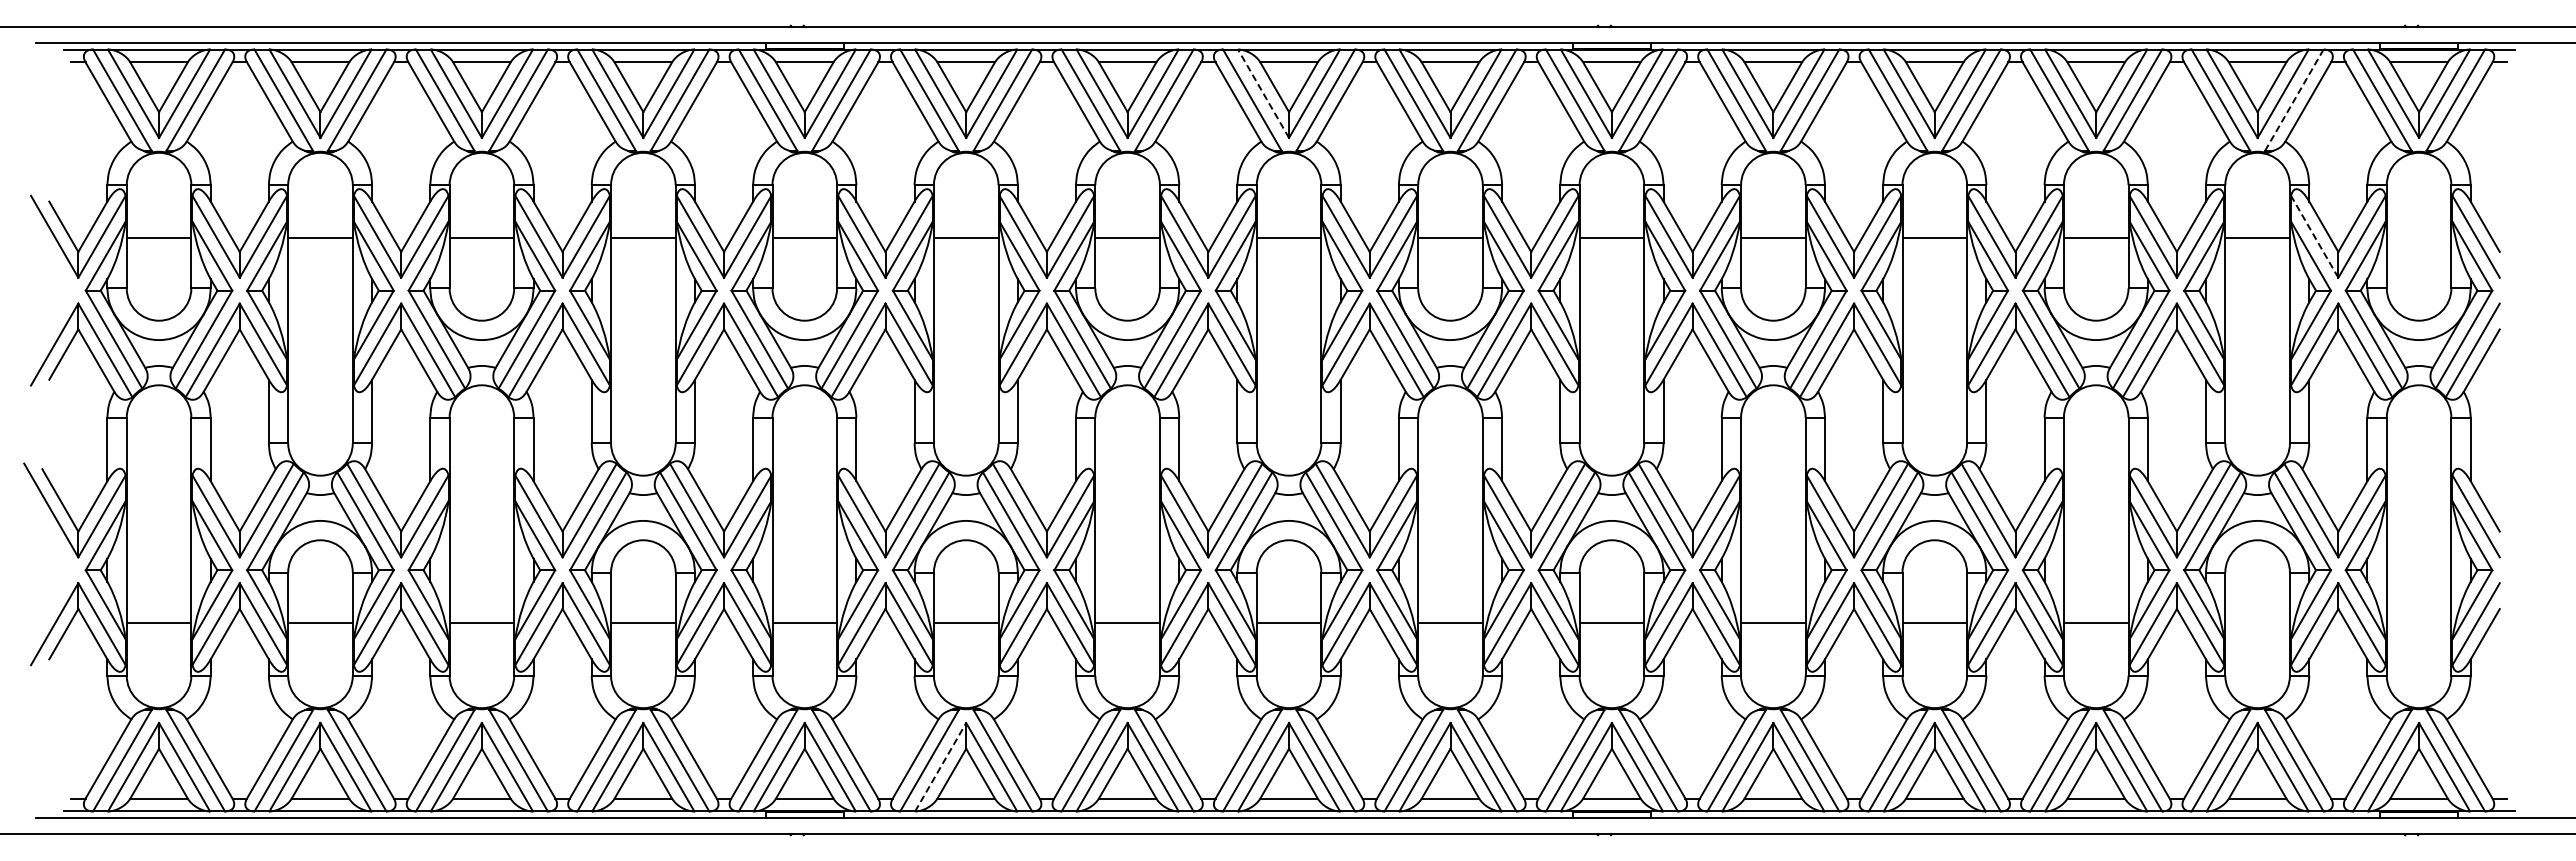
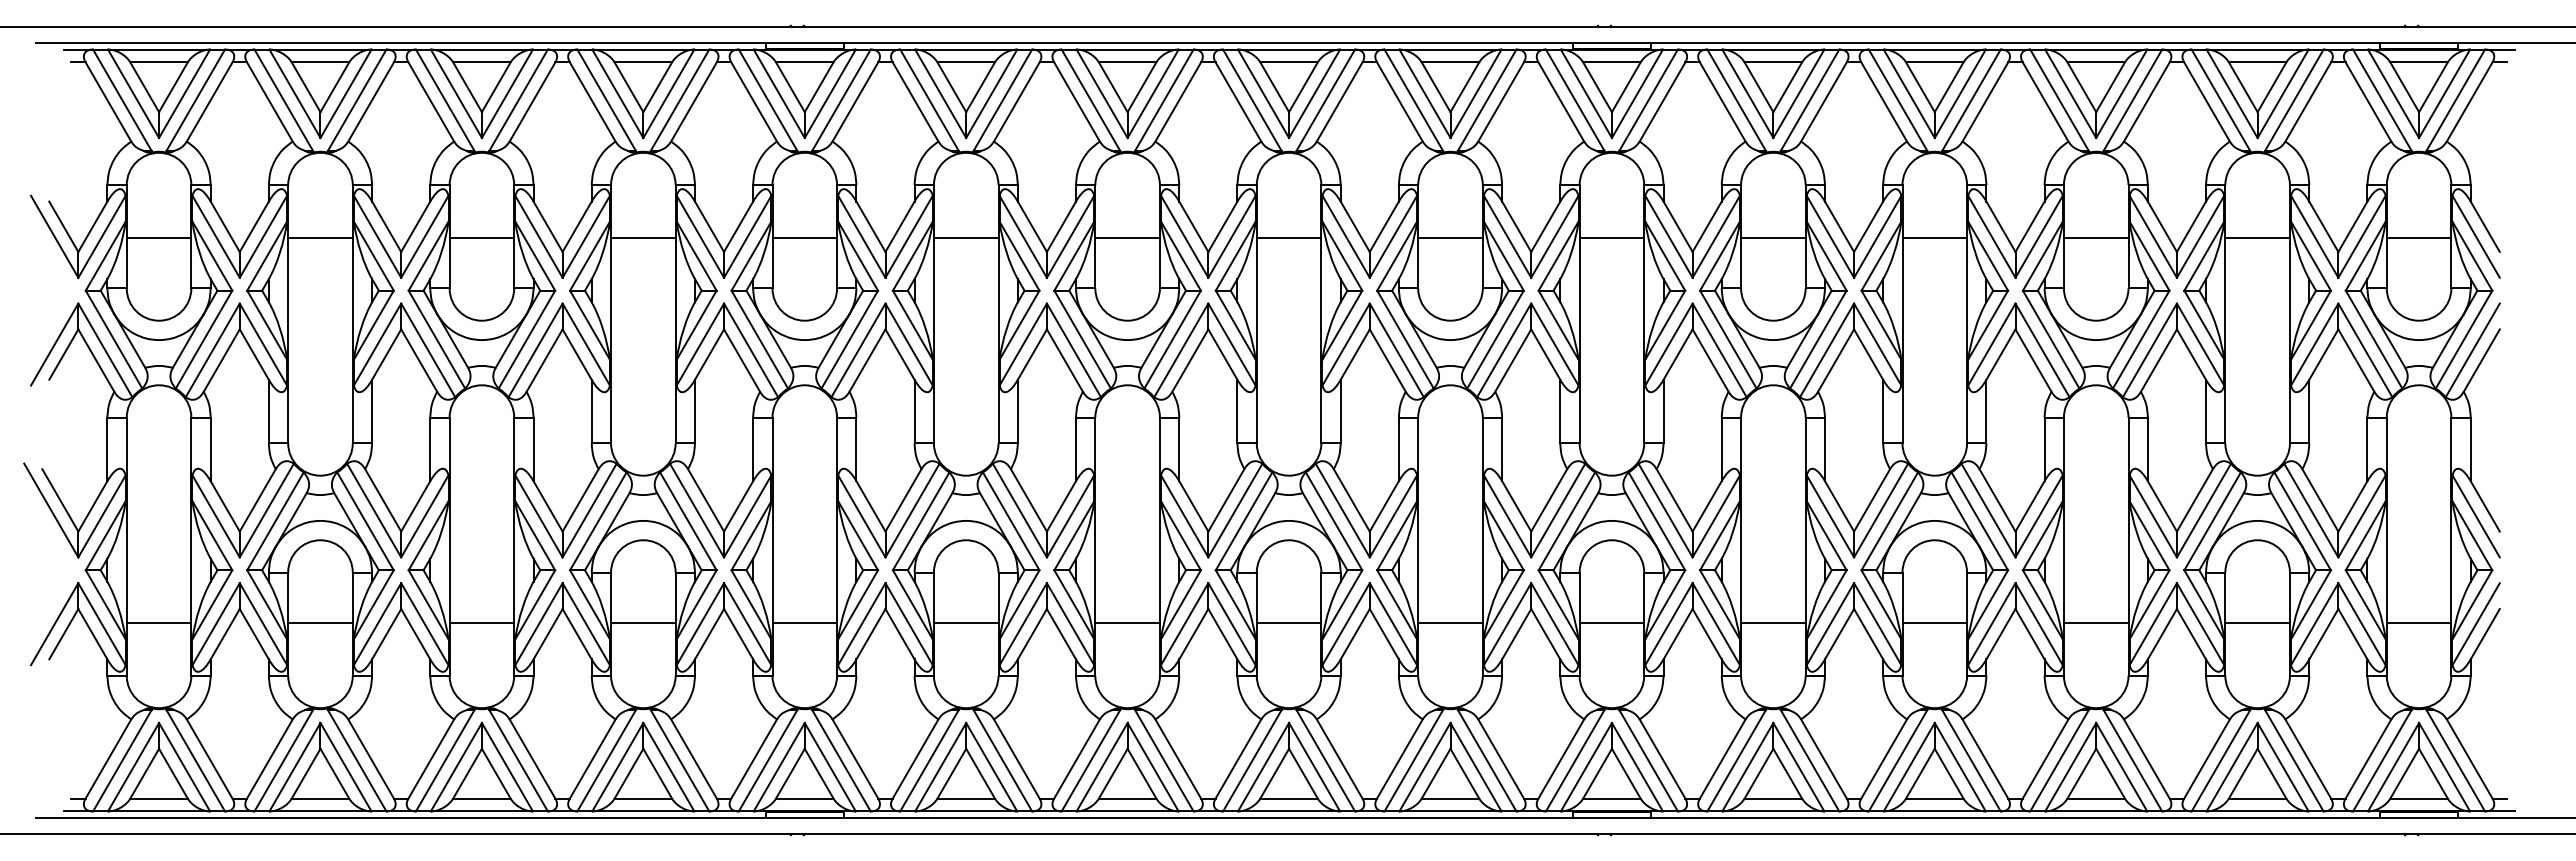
line at (1263, 93): dashed -> solid
line at (2294, 100): dashed -> solid
line at (2314, 236): dashed -> solid
line at (2418, 238): none -> present
line at (2257, 622): none -> present
line at (2418, 622): none -> present
line at (940, 766): dashed -> solid
